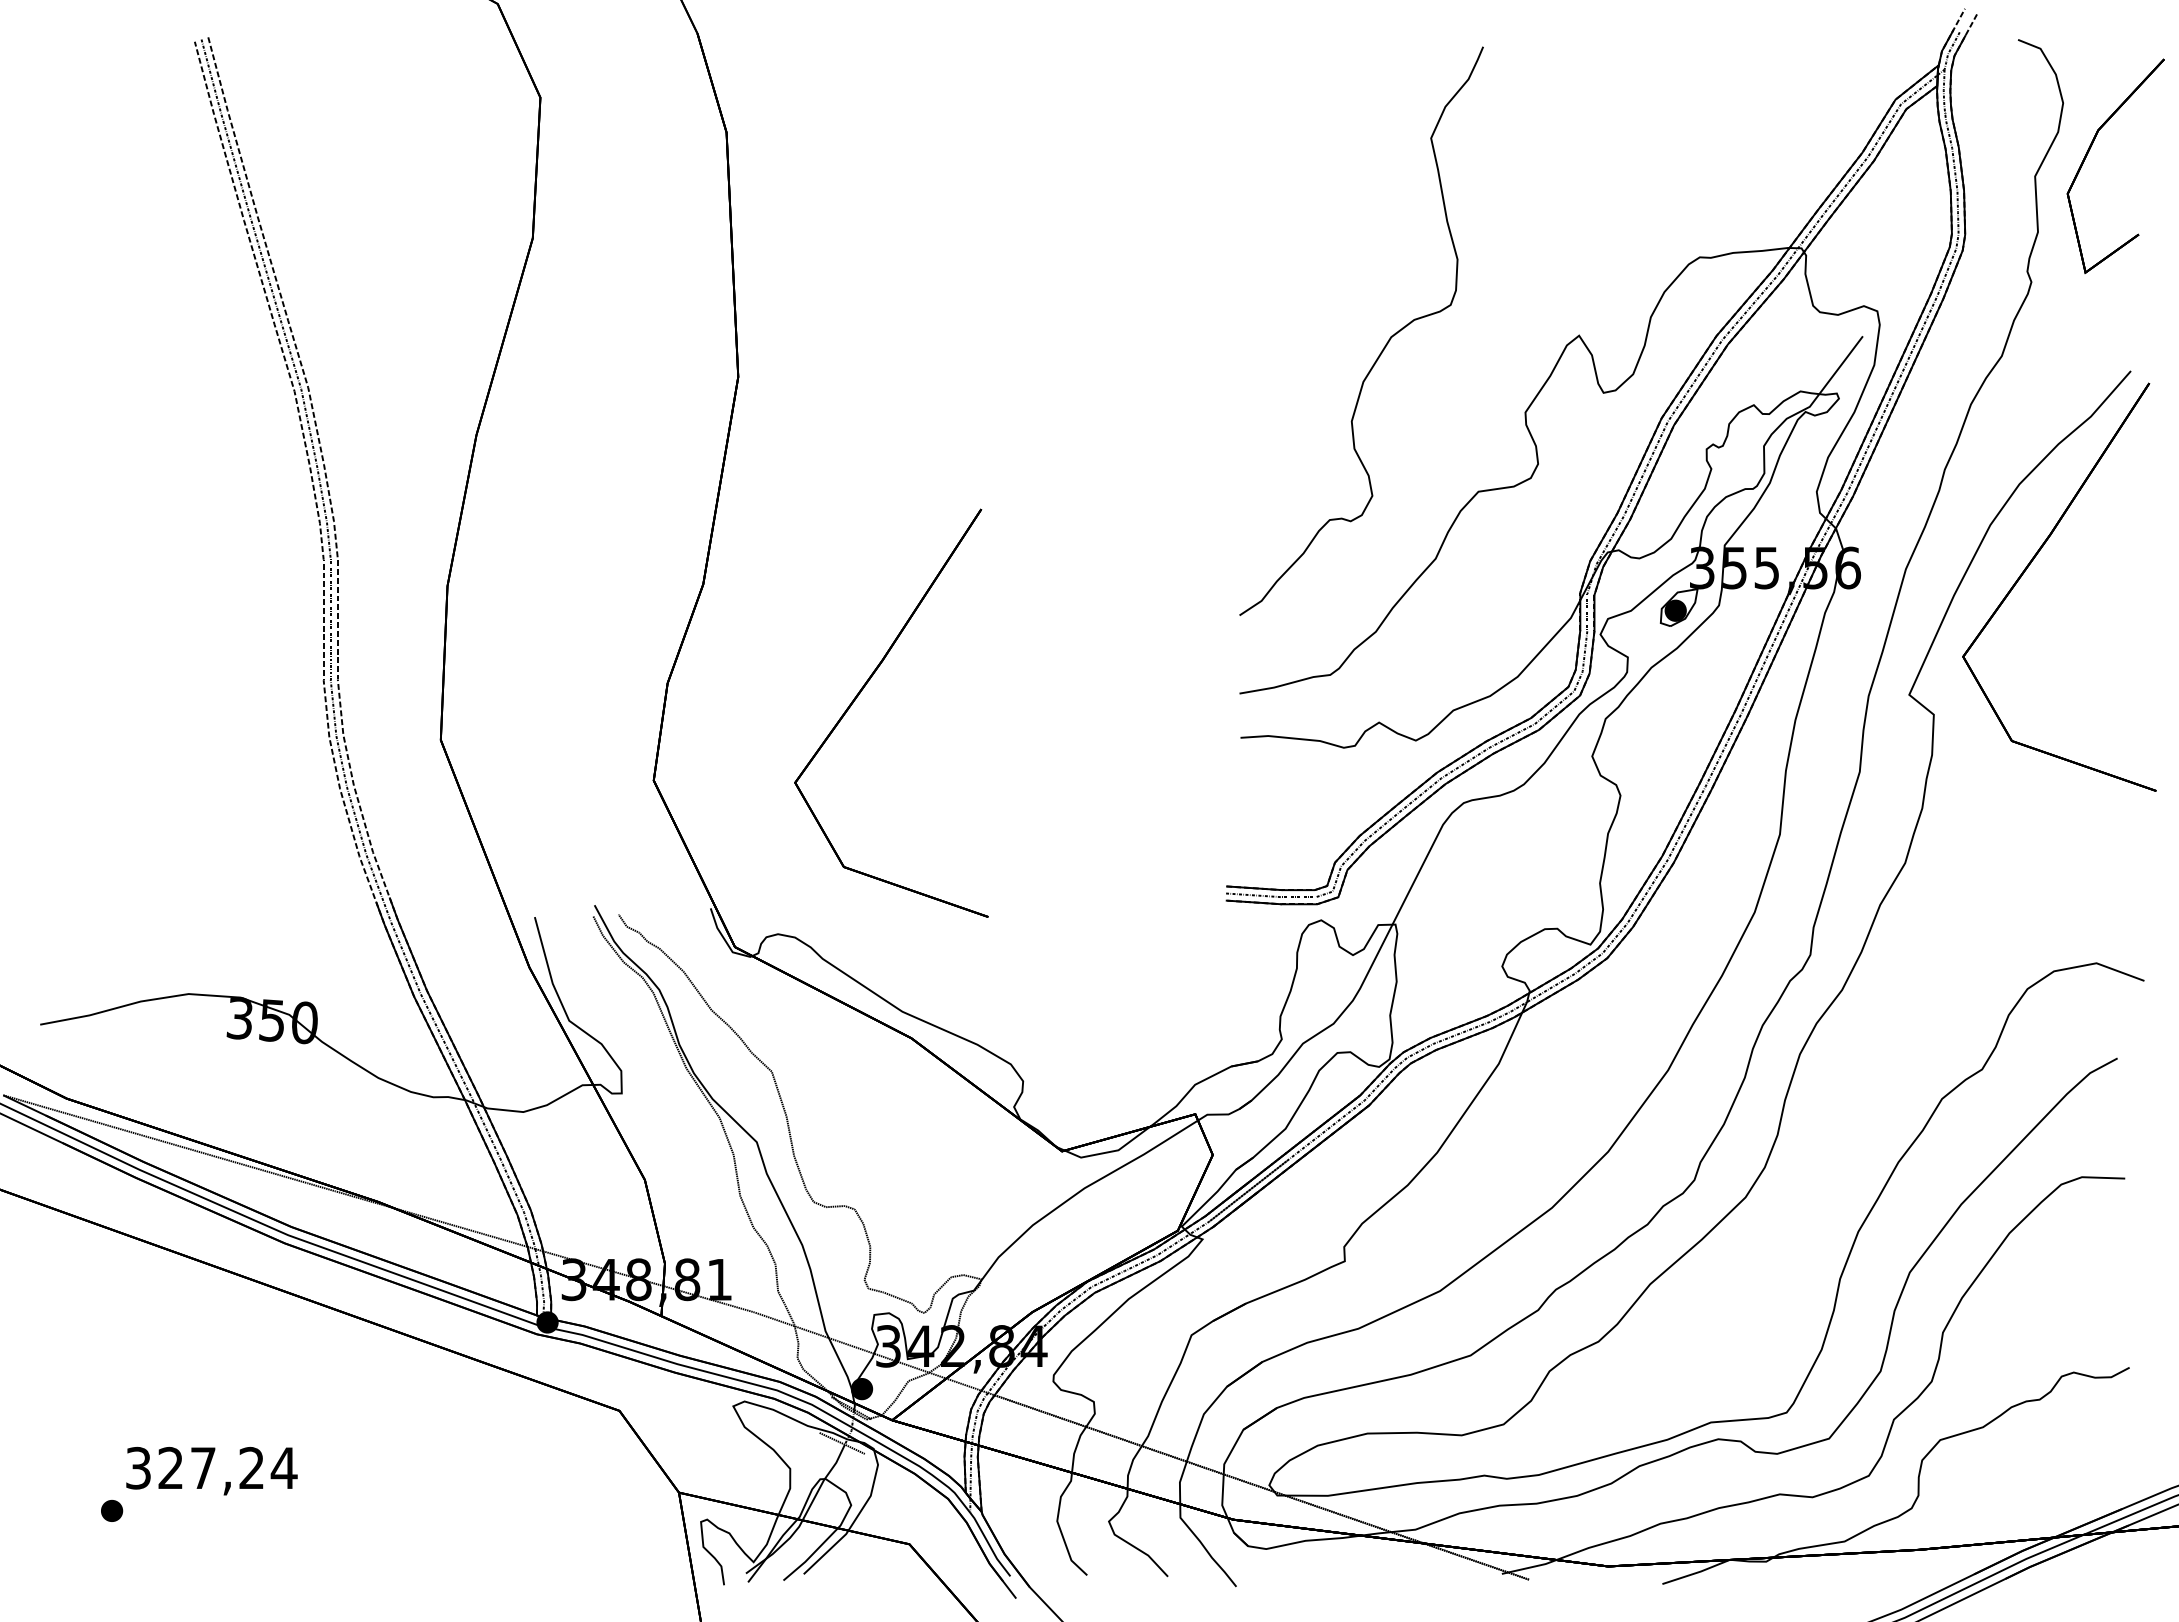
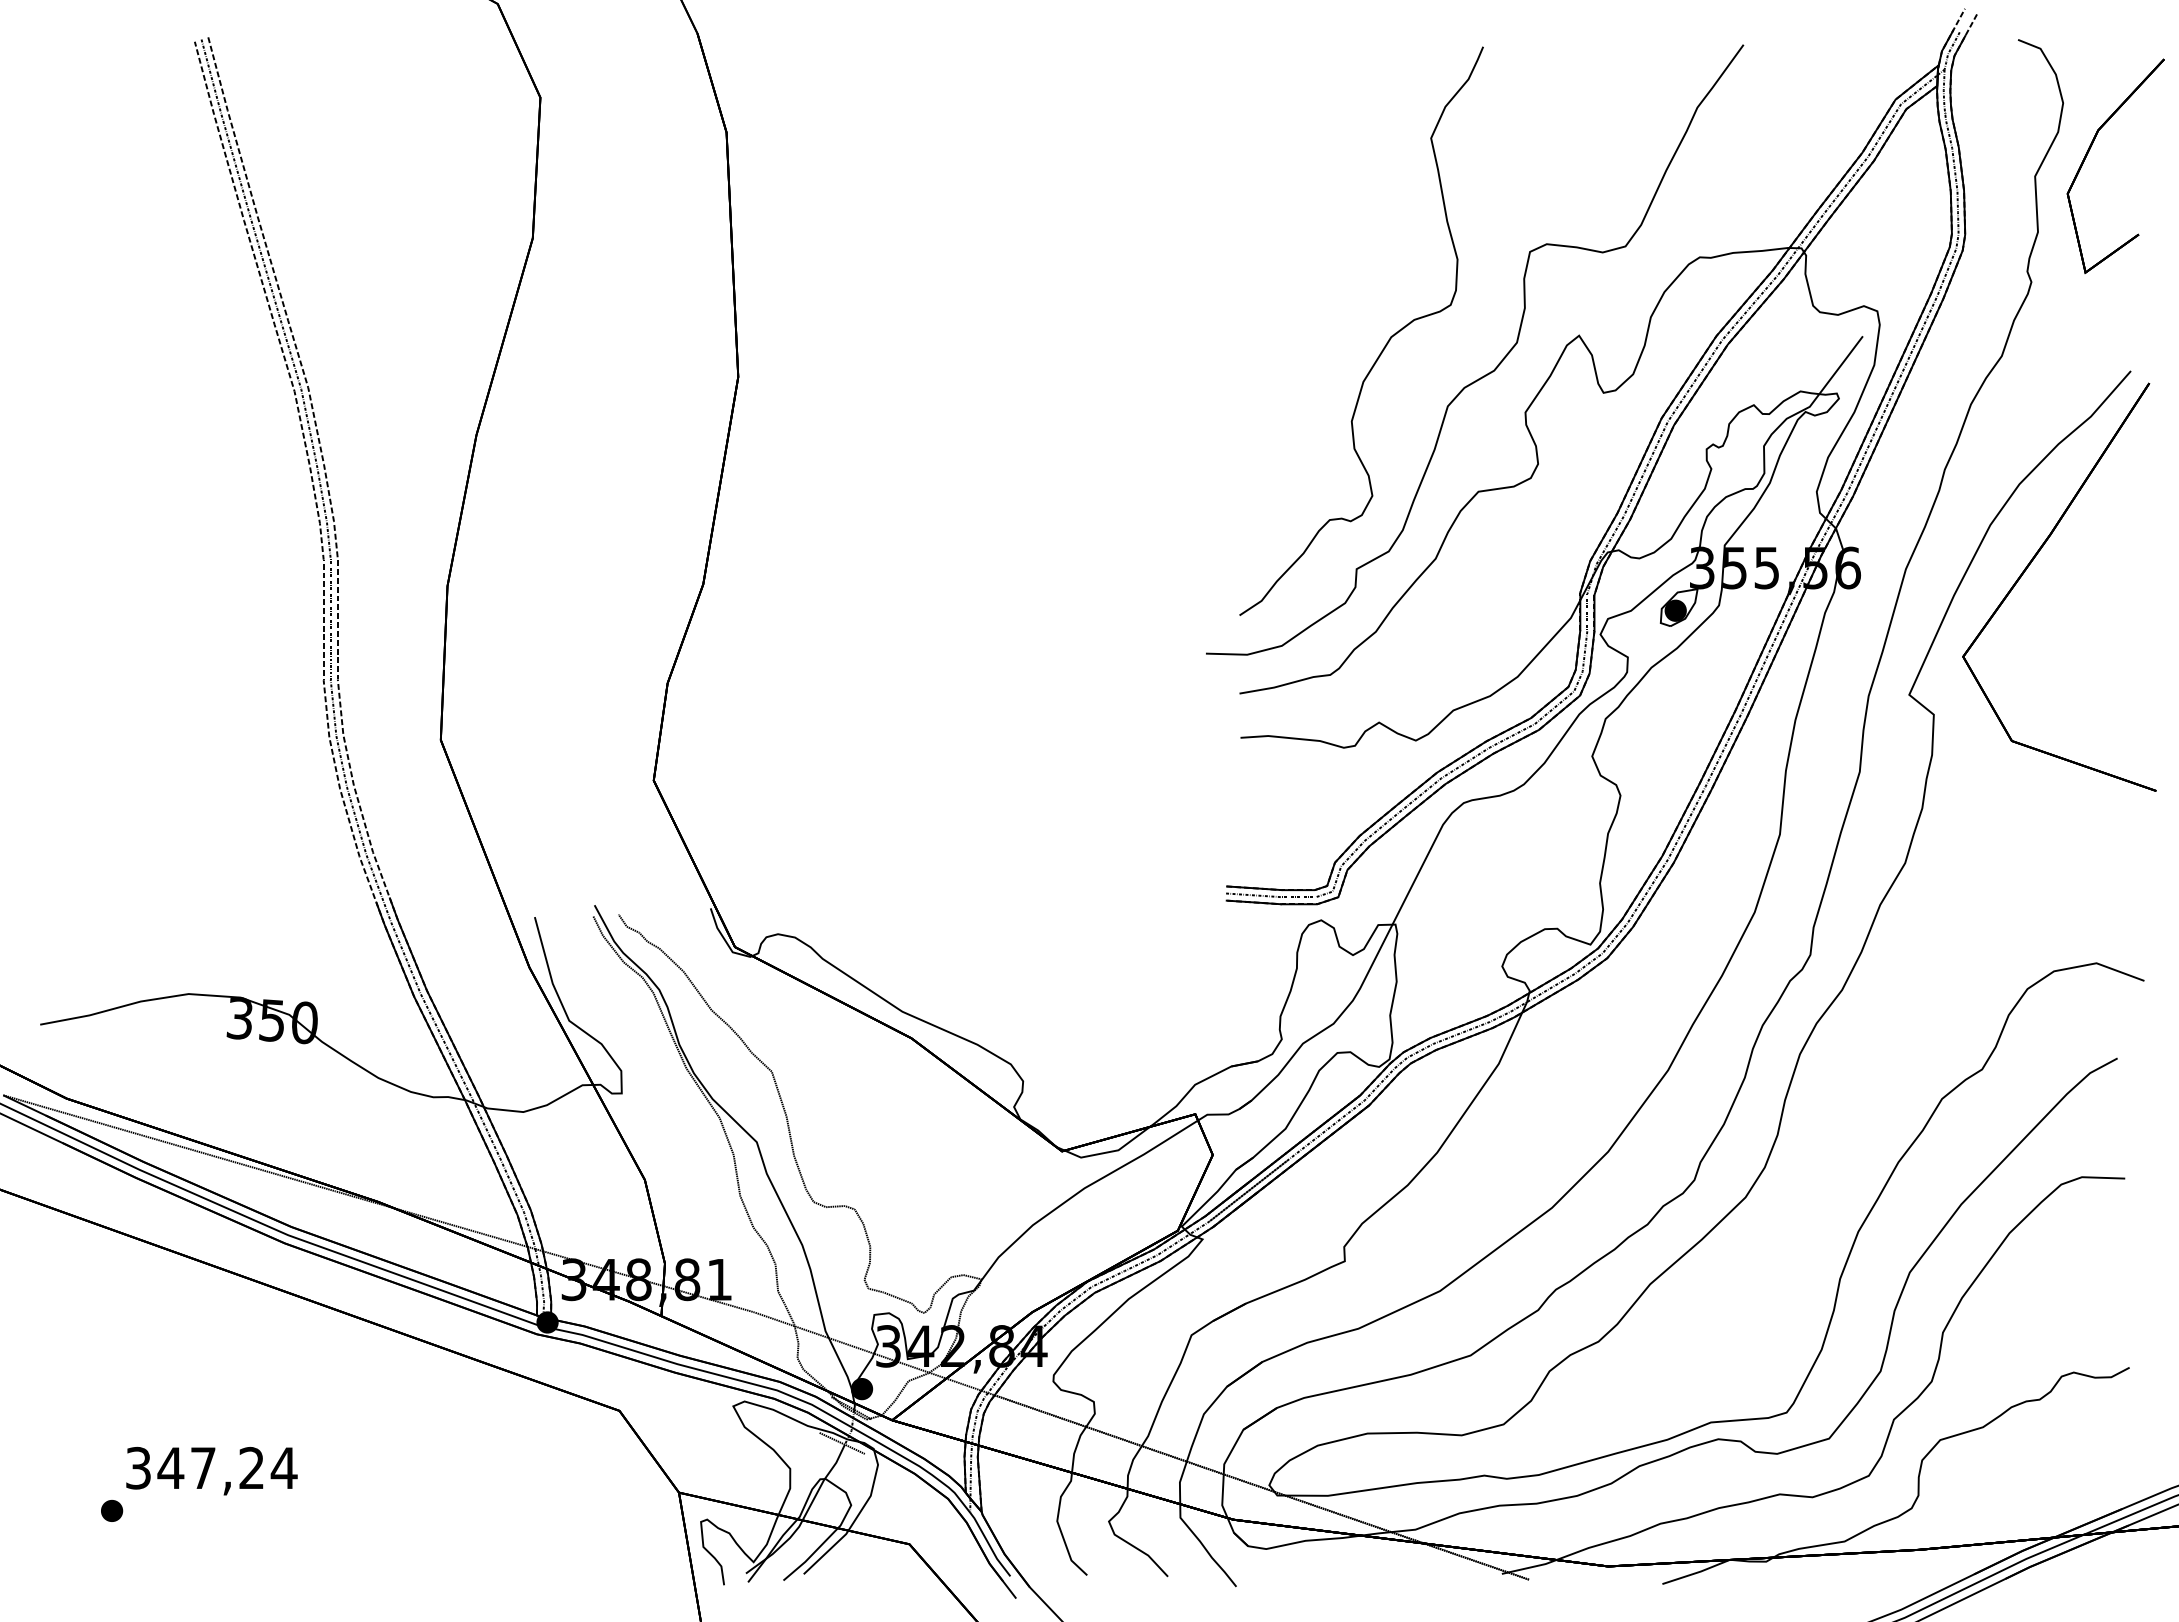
curve at (1488, 372): none -> present
part at (863, 689): present -> none
text at (170, 1467): 327,24 -> 347,24
